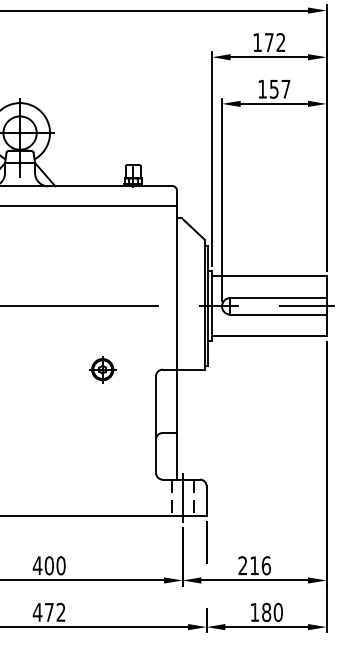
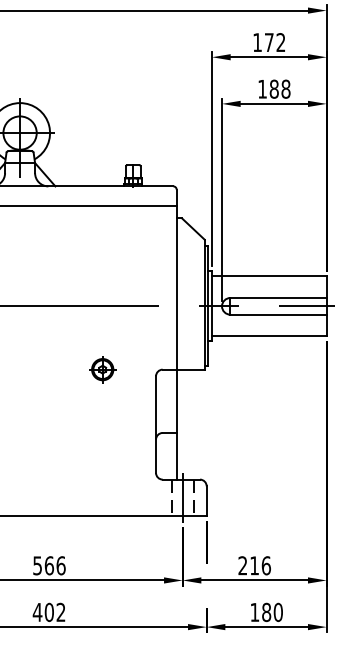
text at (279, 88): 157 -> 188
text at (48, 565): 400 -> 566
text at (48, 612): 472 -> 402
